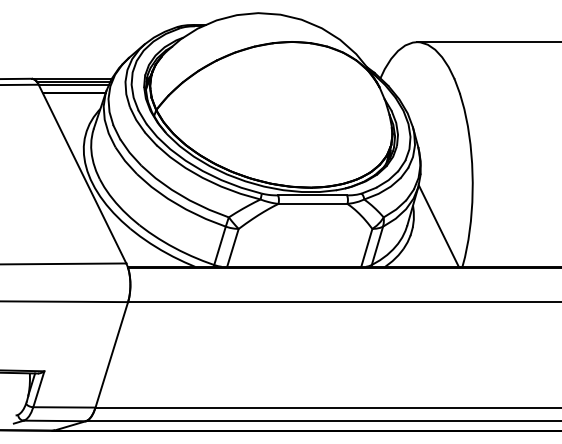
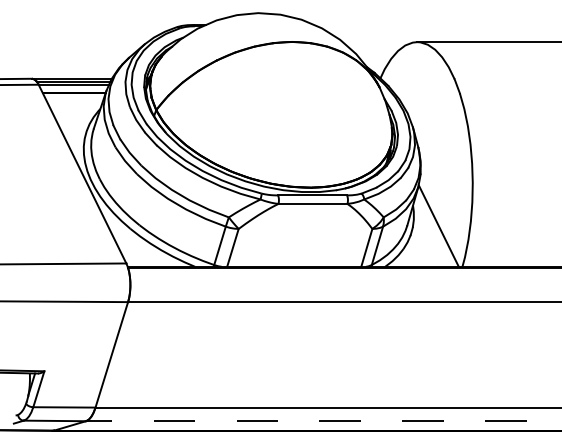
line at (322, 421): solid -> dashed
